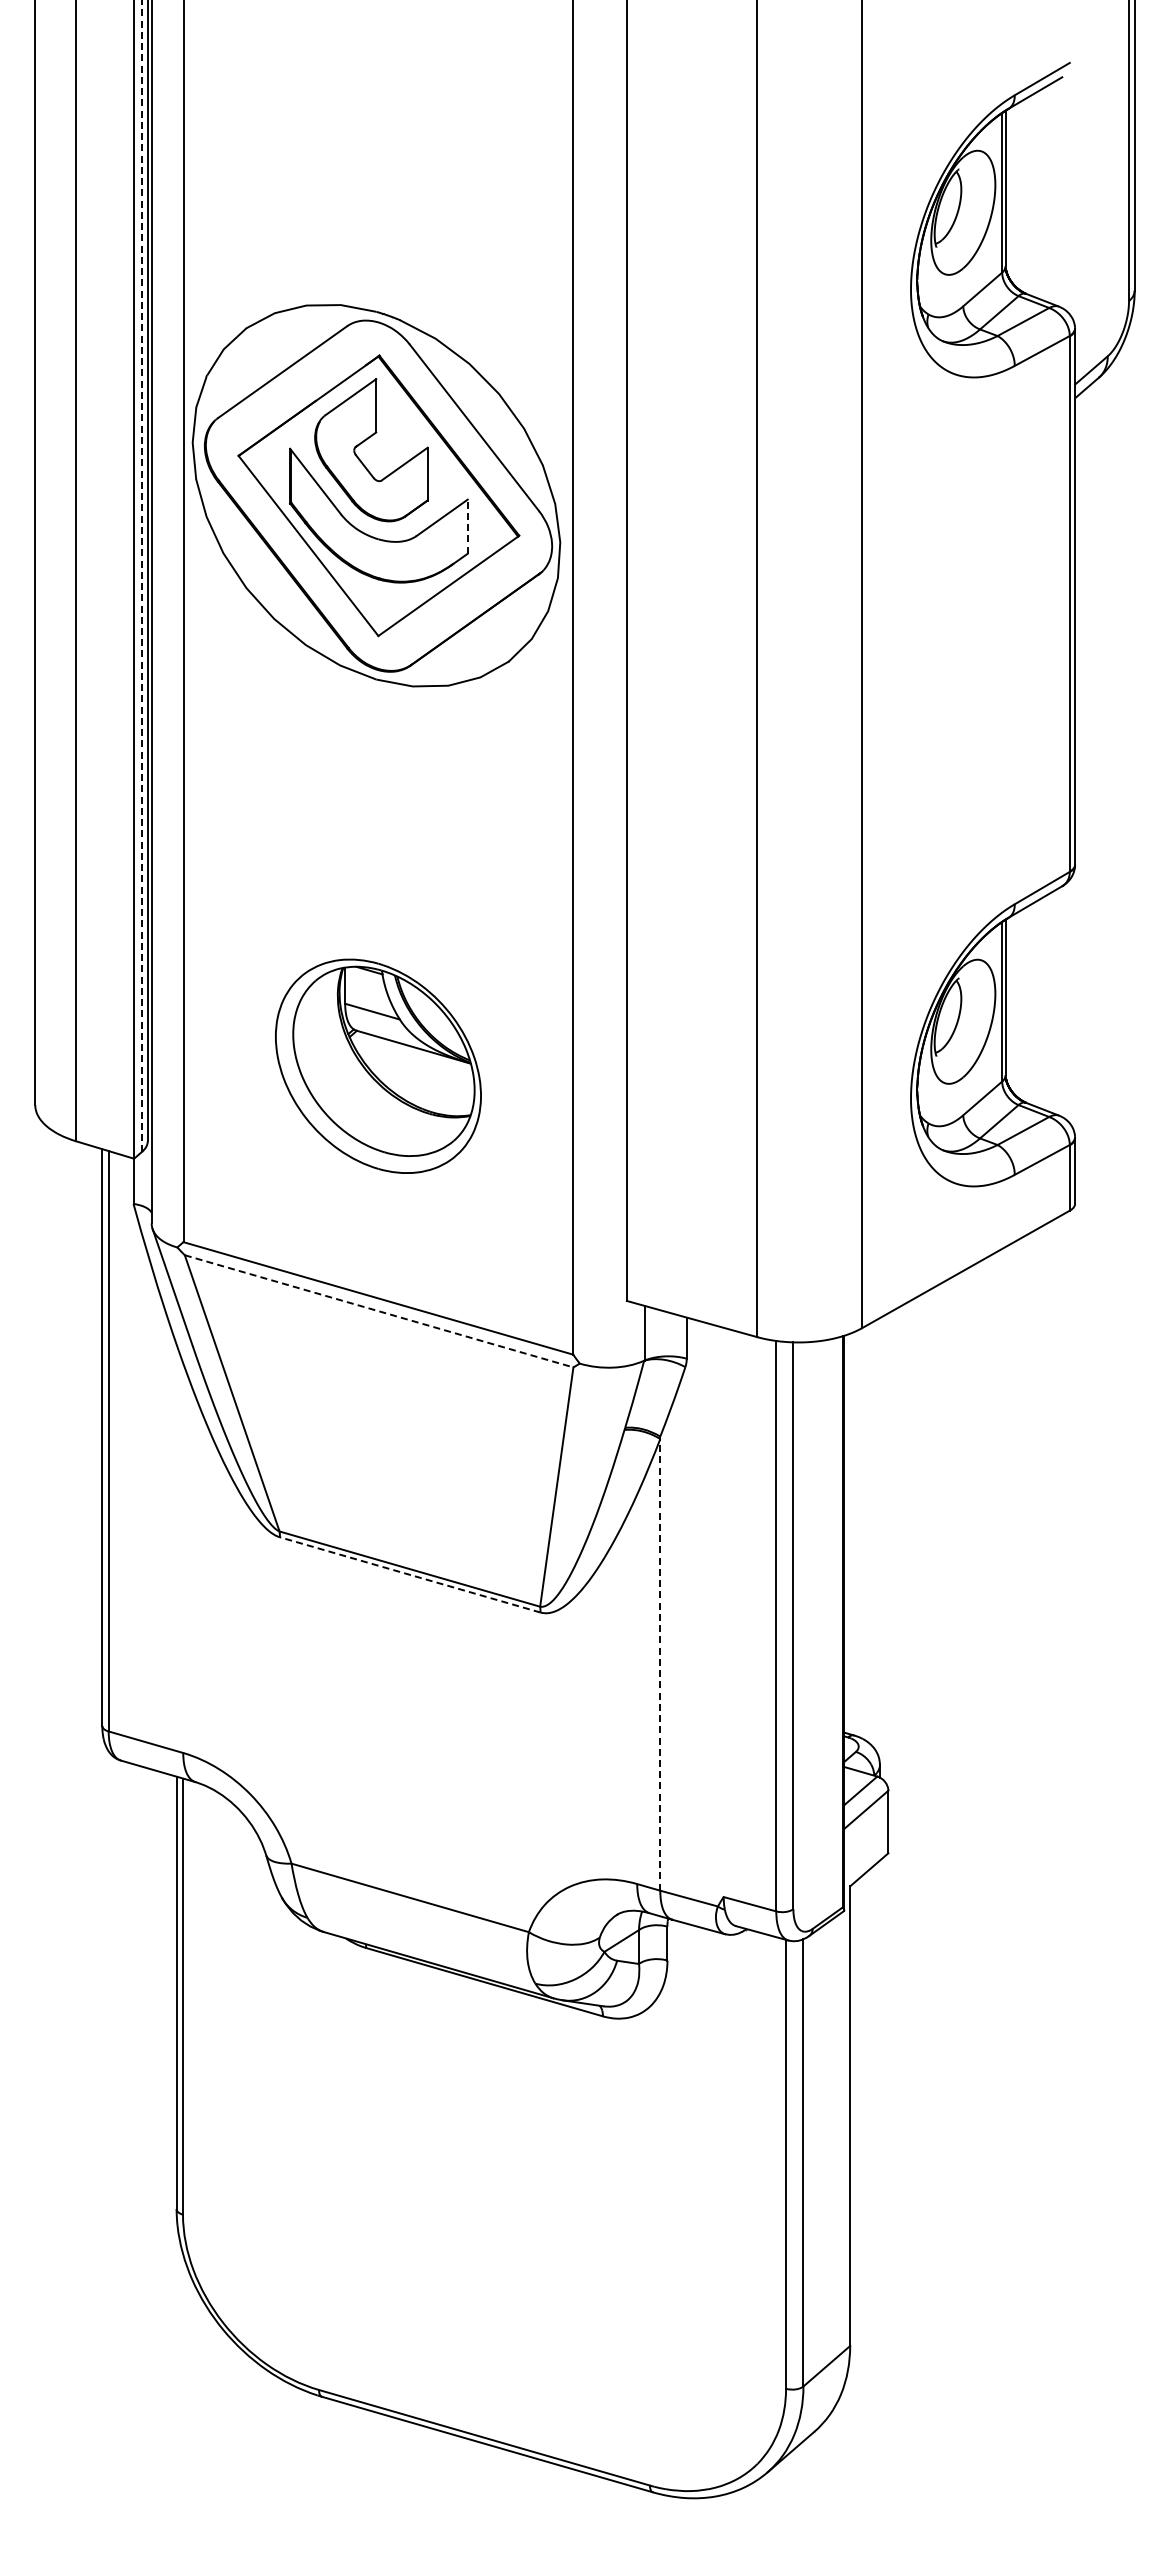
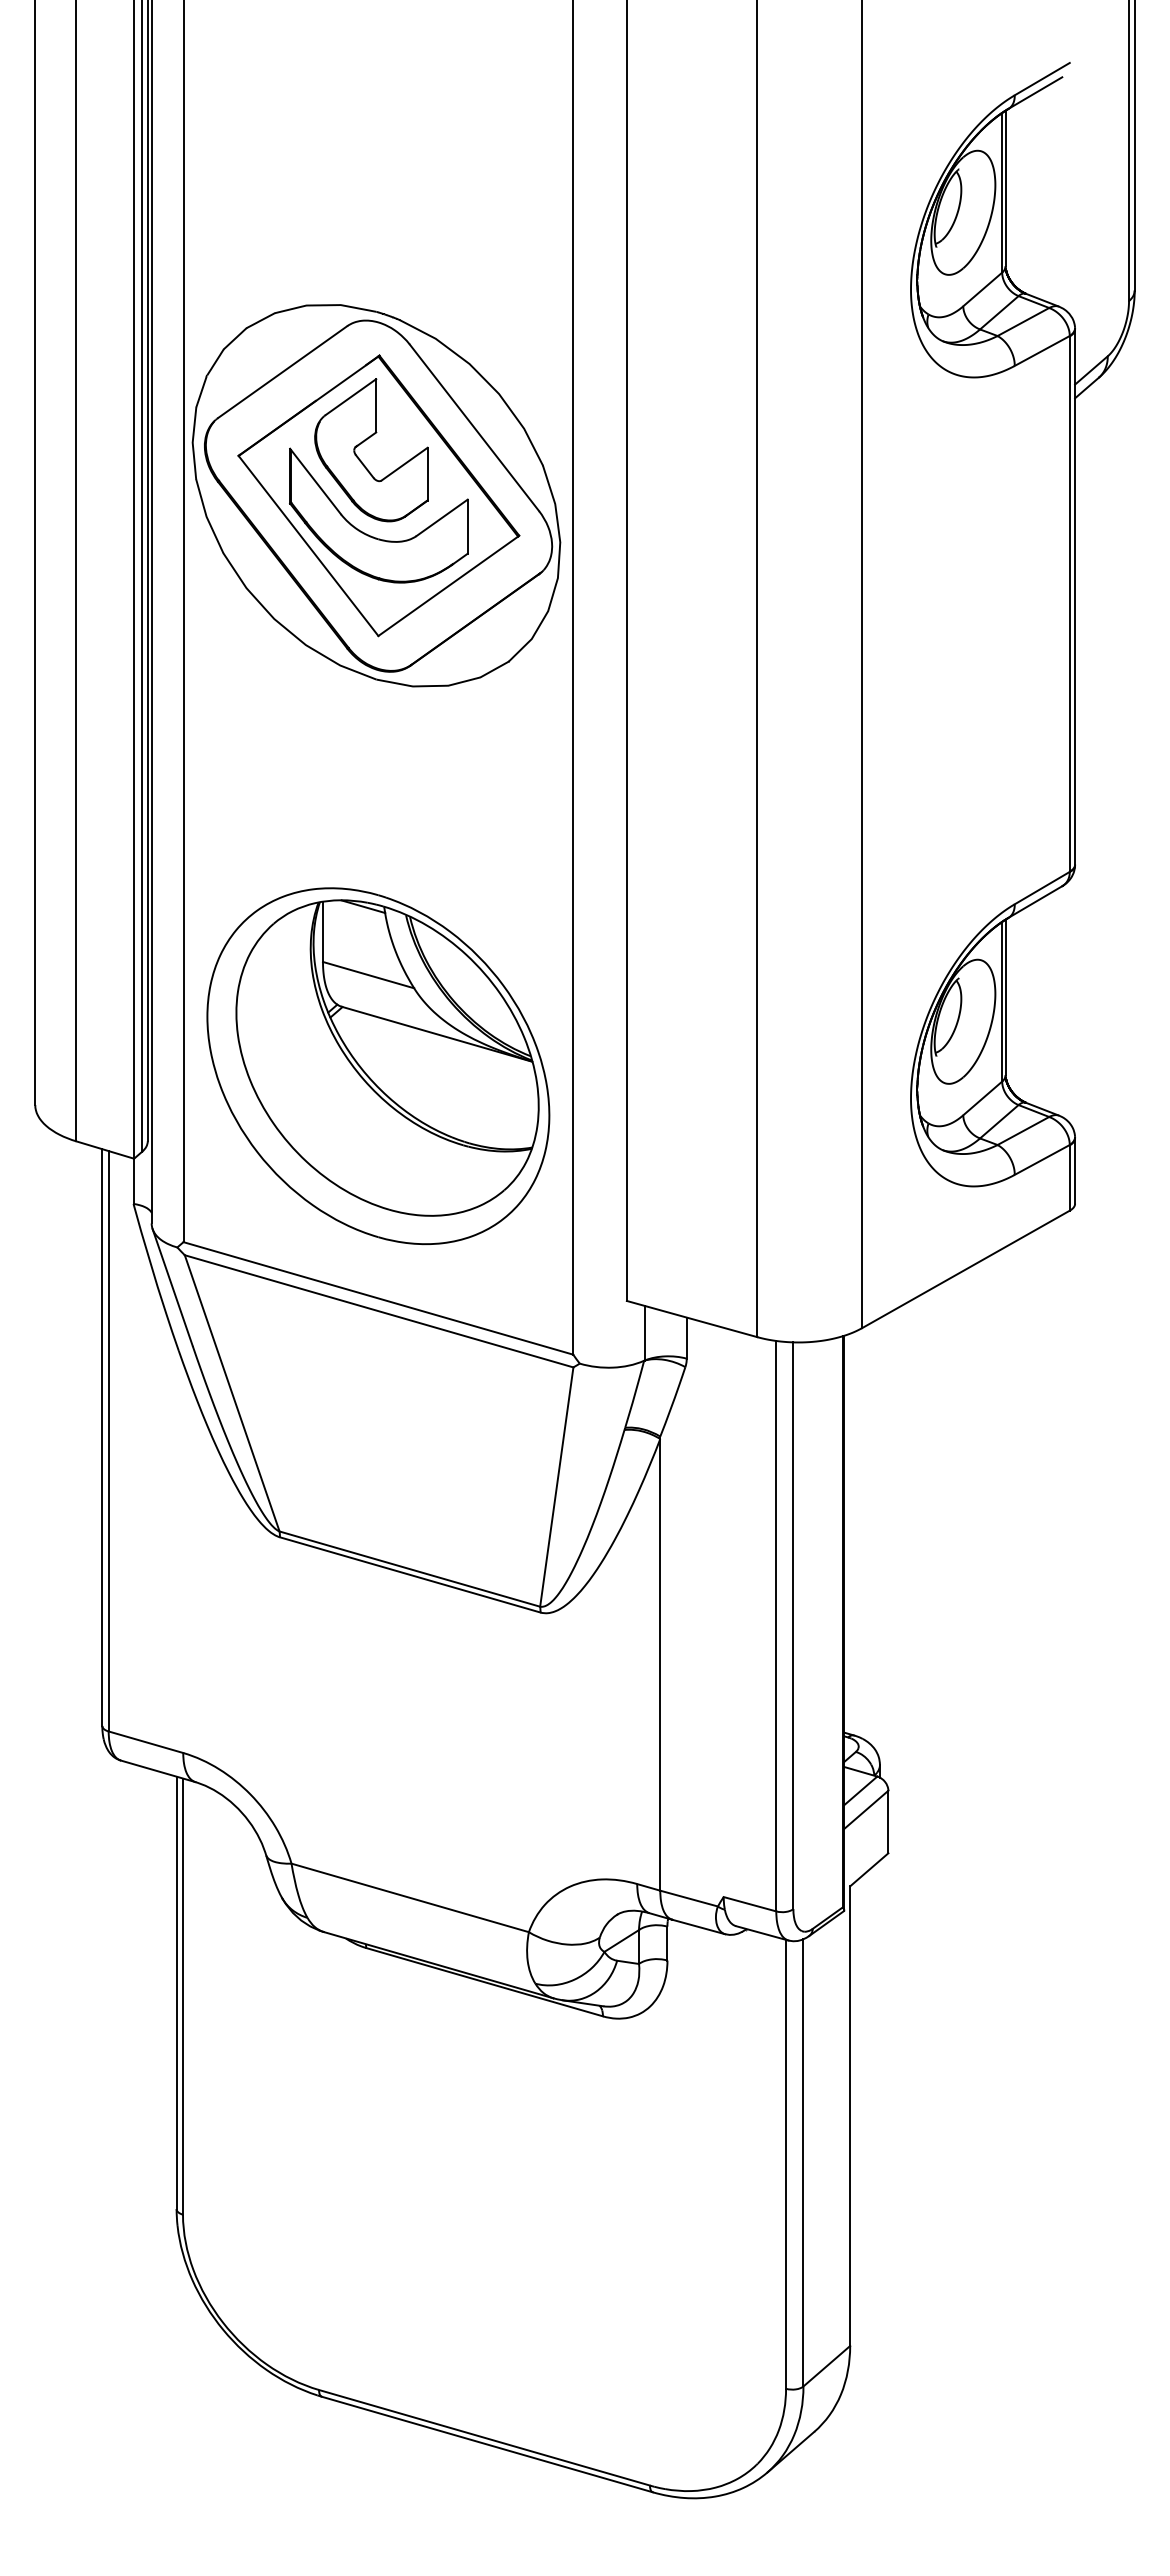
line at (467, 526): dashed -> solid
line at (142, 576): dashed -> solid
part at (378, 1065) size: 207x216 px -> 345x359 px
line at (379, 1311): dashed -> solid
line at (410, 1574): dashed -> solid
line at (660, 1664): dashed -> solid
